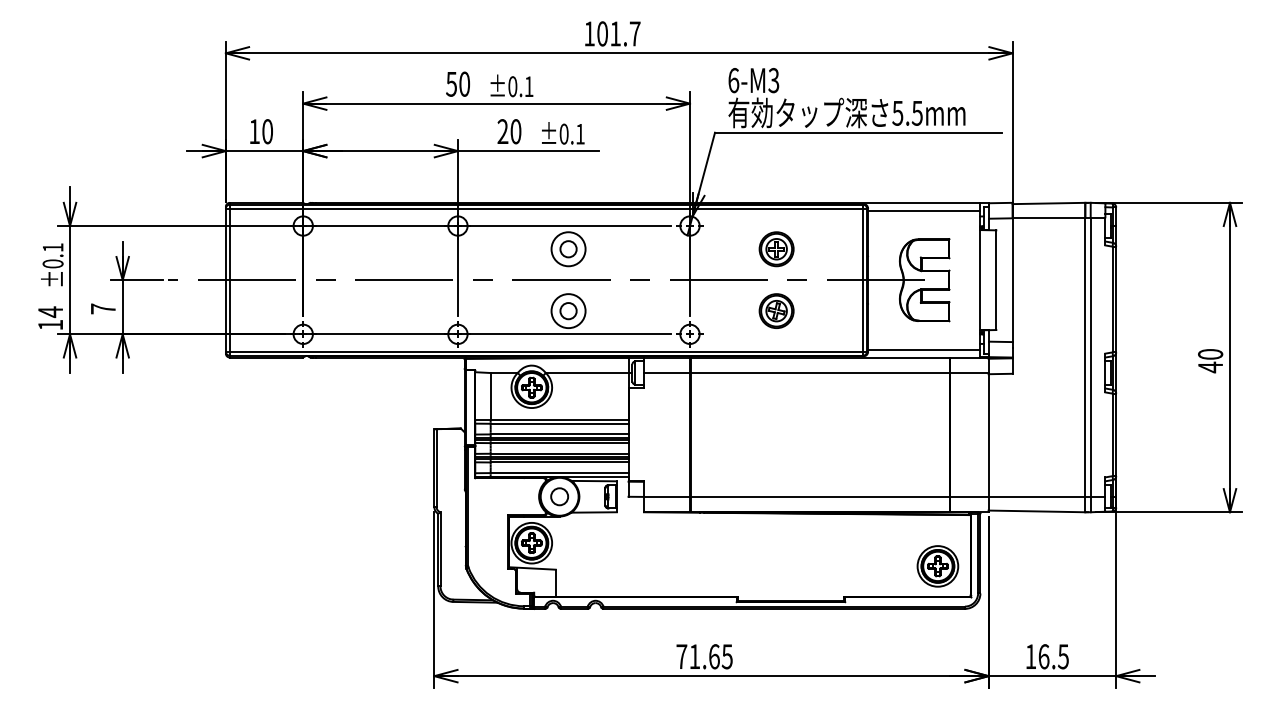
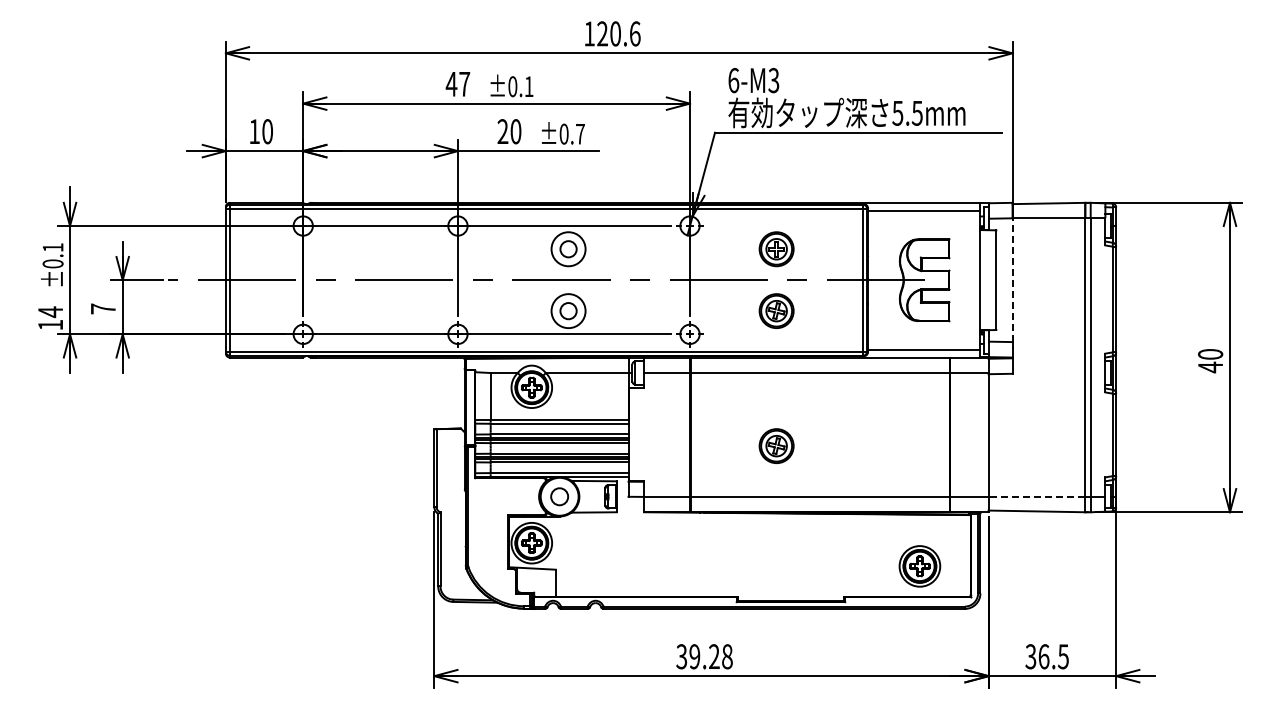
text at (618, 33): 101.7 -> 120.6
text at (457, 83): 50 -> 47
text at (580, 134): ±0.1 -> ±0.7
line at (1012, 280): solid -> dashed
part at (776, 445): none -> present
line at (1036, 496): solid -> dashed
part at (937, 566) position: (937, 566) -> (919, 566)
text at (704, 656): 71.65 -> 39.28
text at (1030, 656): 16.5 -> 36.5
